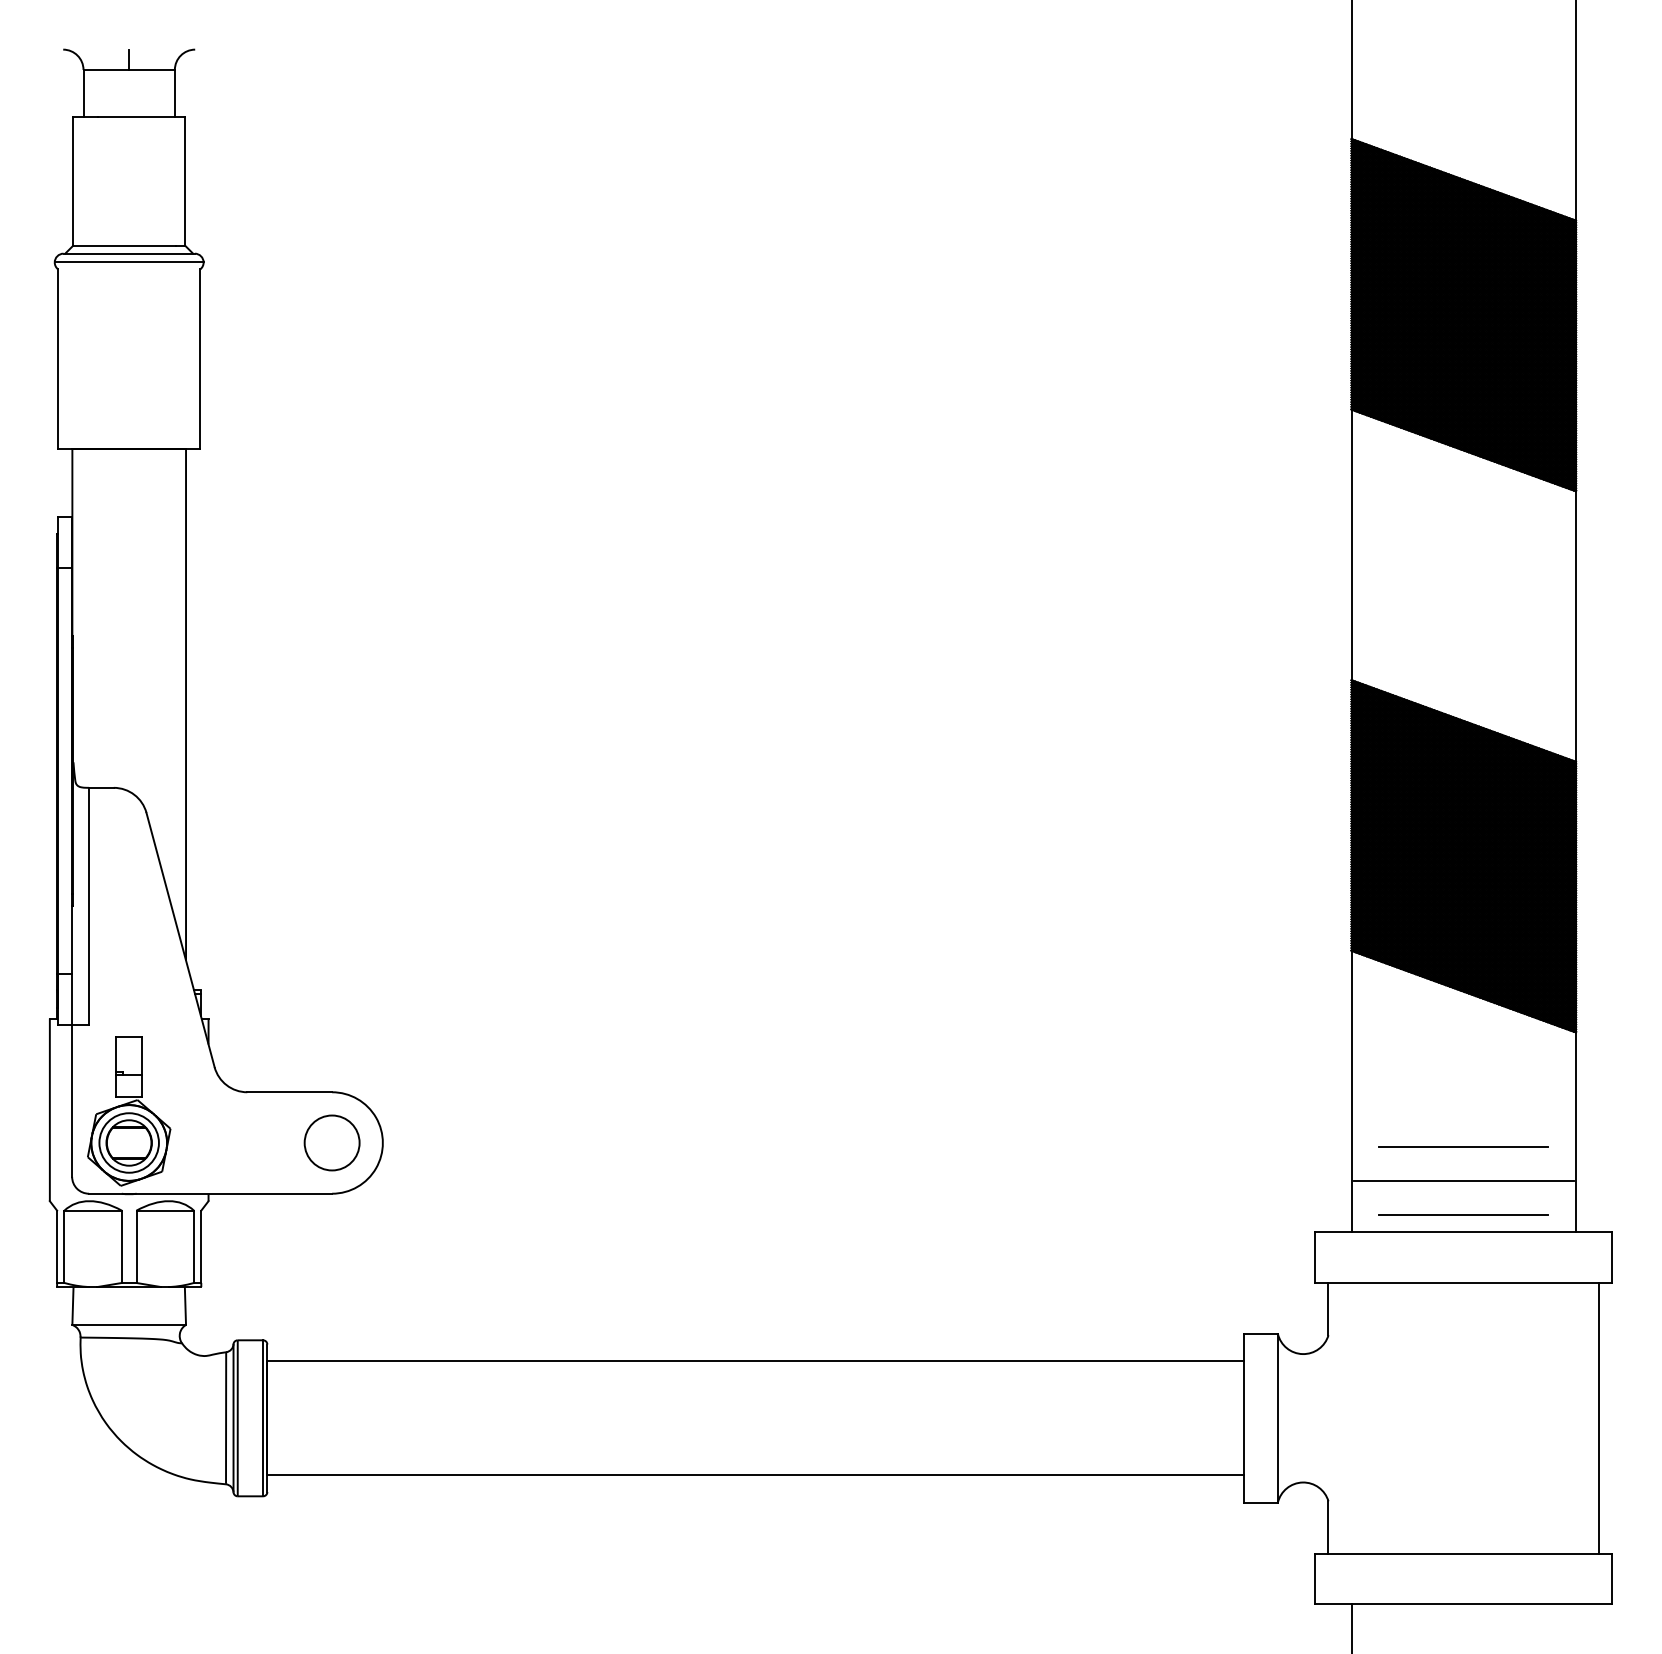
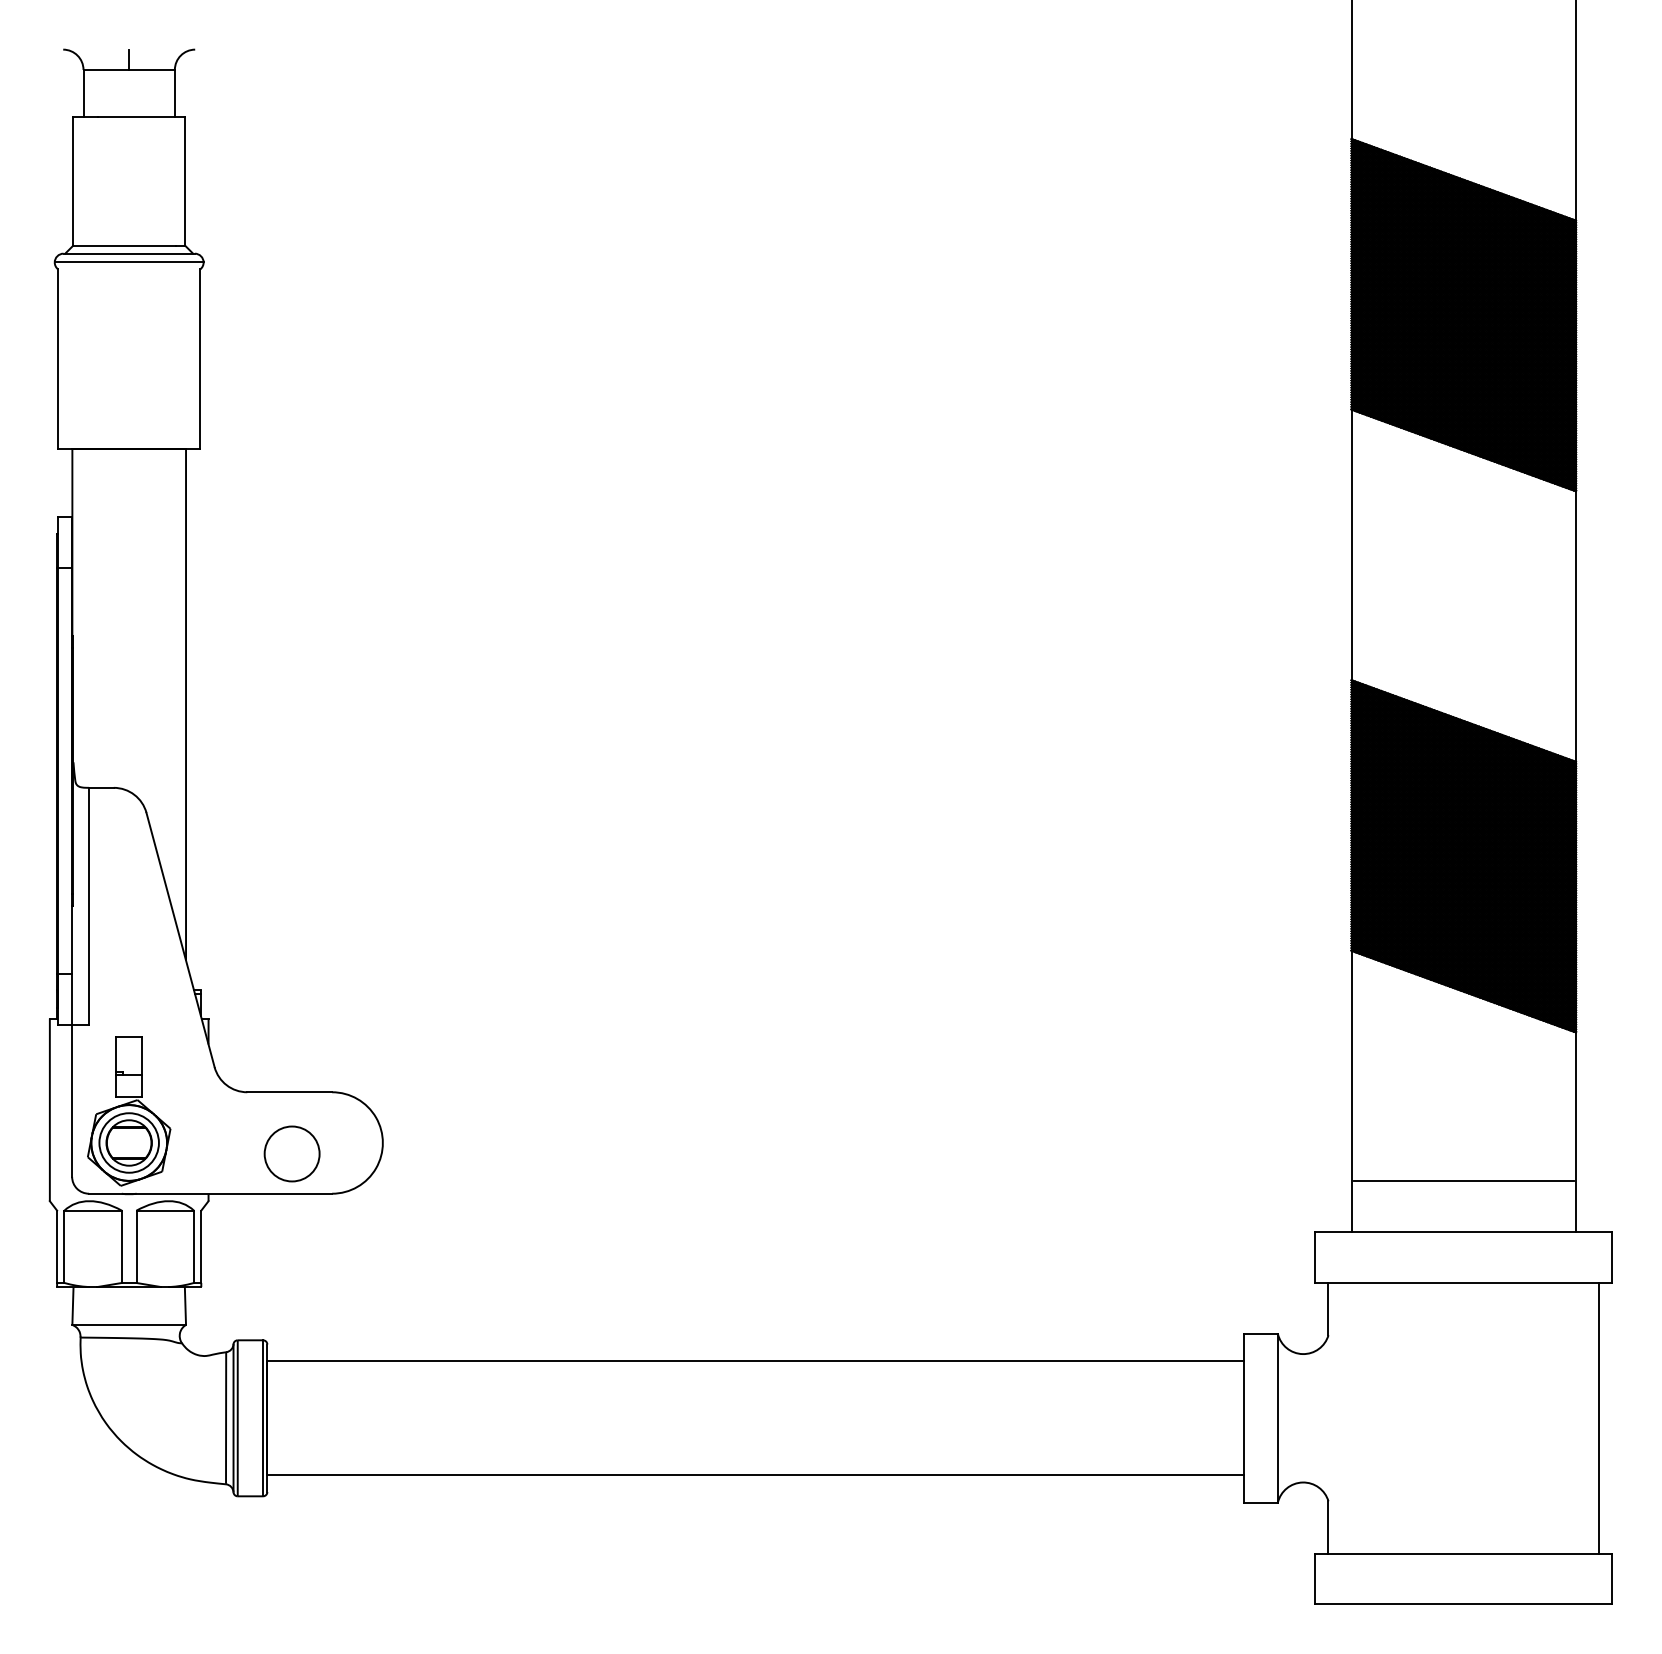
circle at (331, 1142) position: (331, 1142) -> (291, 1153)
line at (1463, 1146): present -> none
line at (1463, 1214): present -> none
line at (1351, 1627): present -> none
